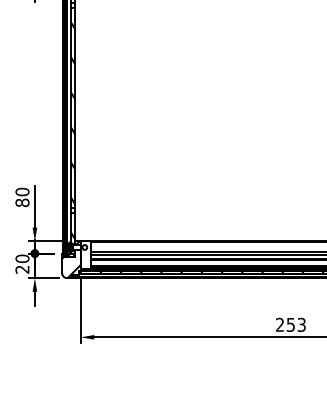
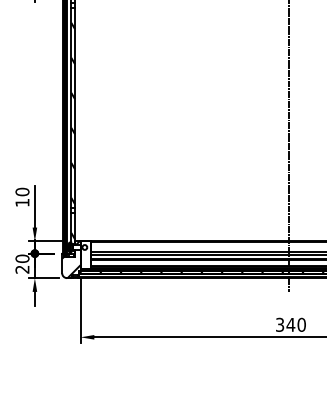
line at (288, 146): none -> present
text at (22, 202): 80 -> 10
text at (290, 324): 253 -> 340
